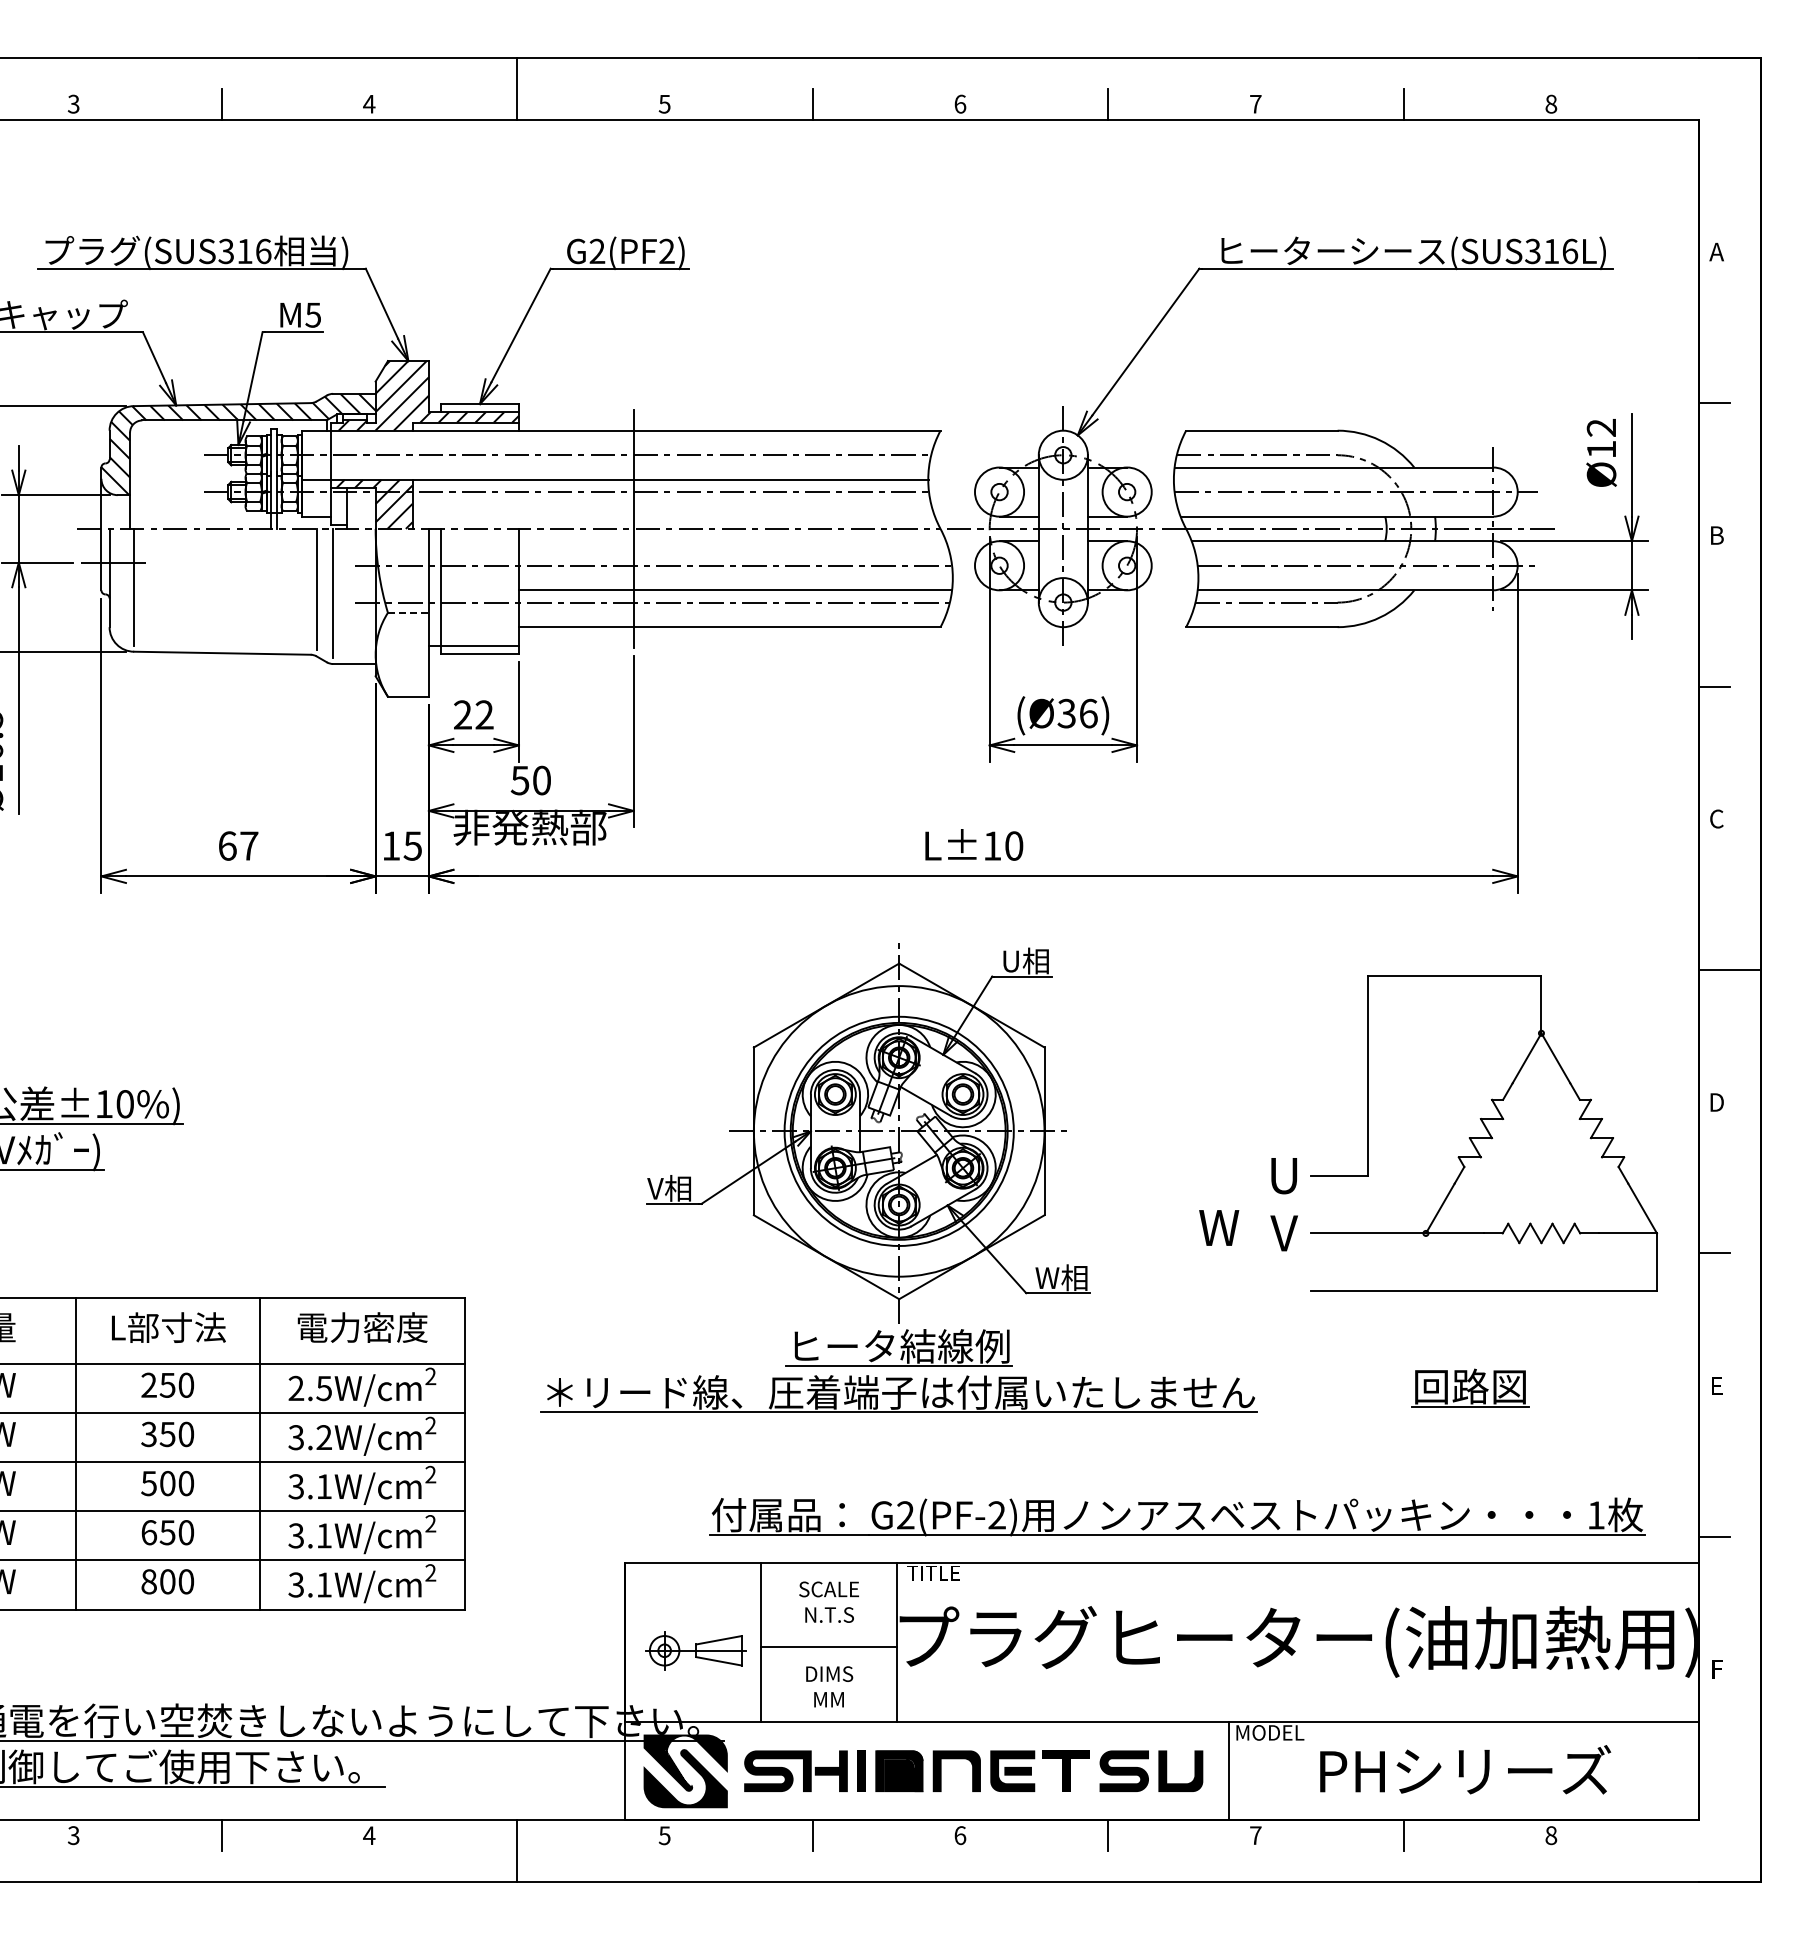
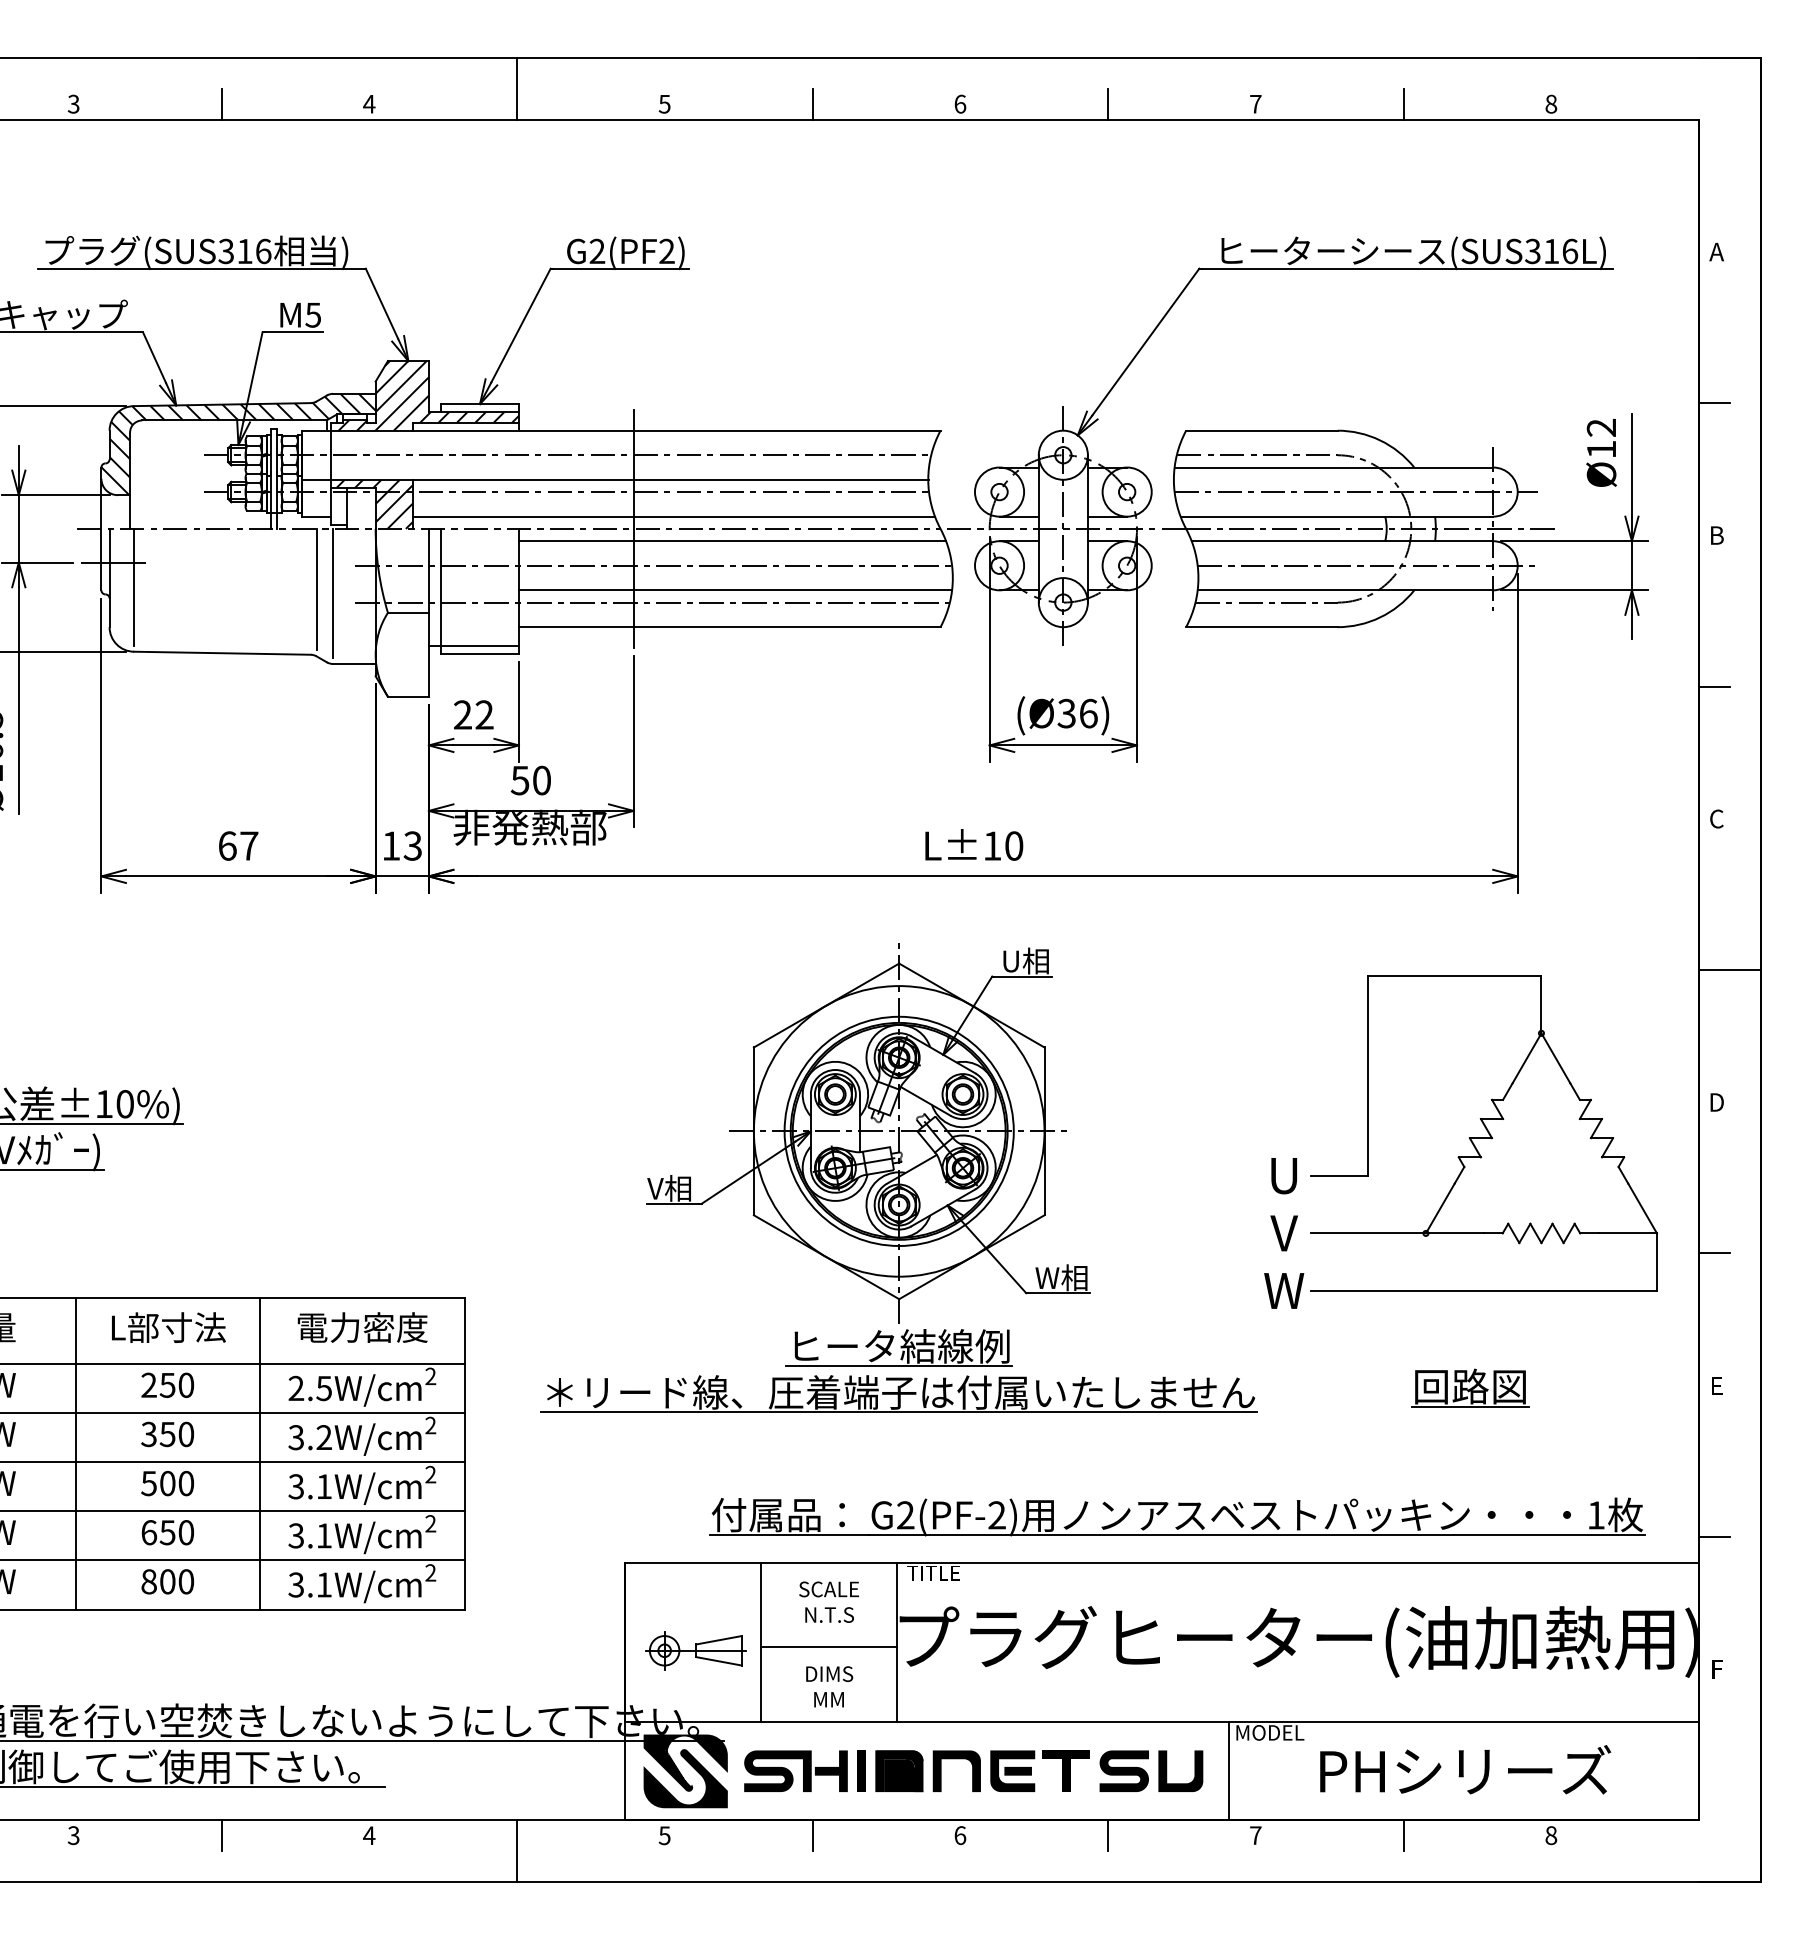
line at (673, 516): none -> present
line at (732, 541): none -> present
line at (408, 612): dashed -> solid
text at (412, 845): 15 -> 13
text at (1219, 1227) position: (1219, 1227) -> (1284, 1290)
